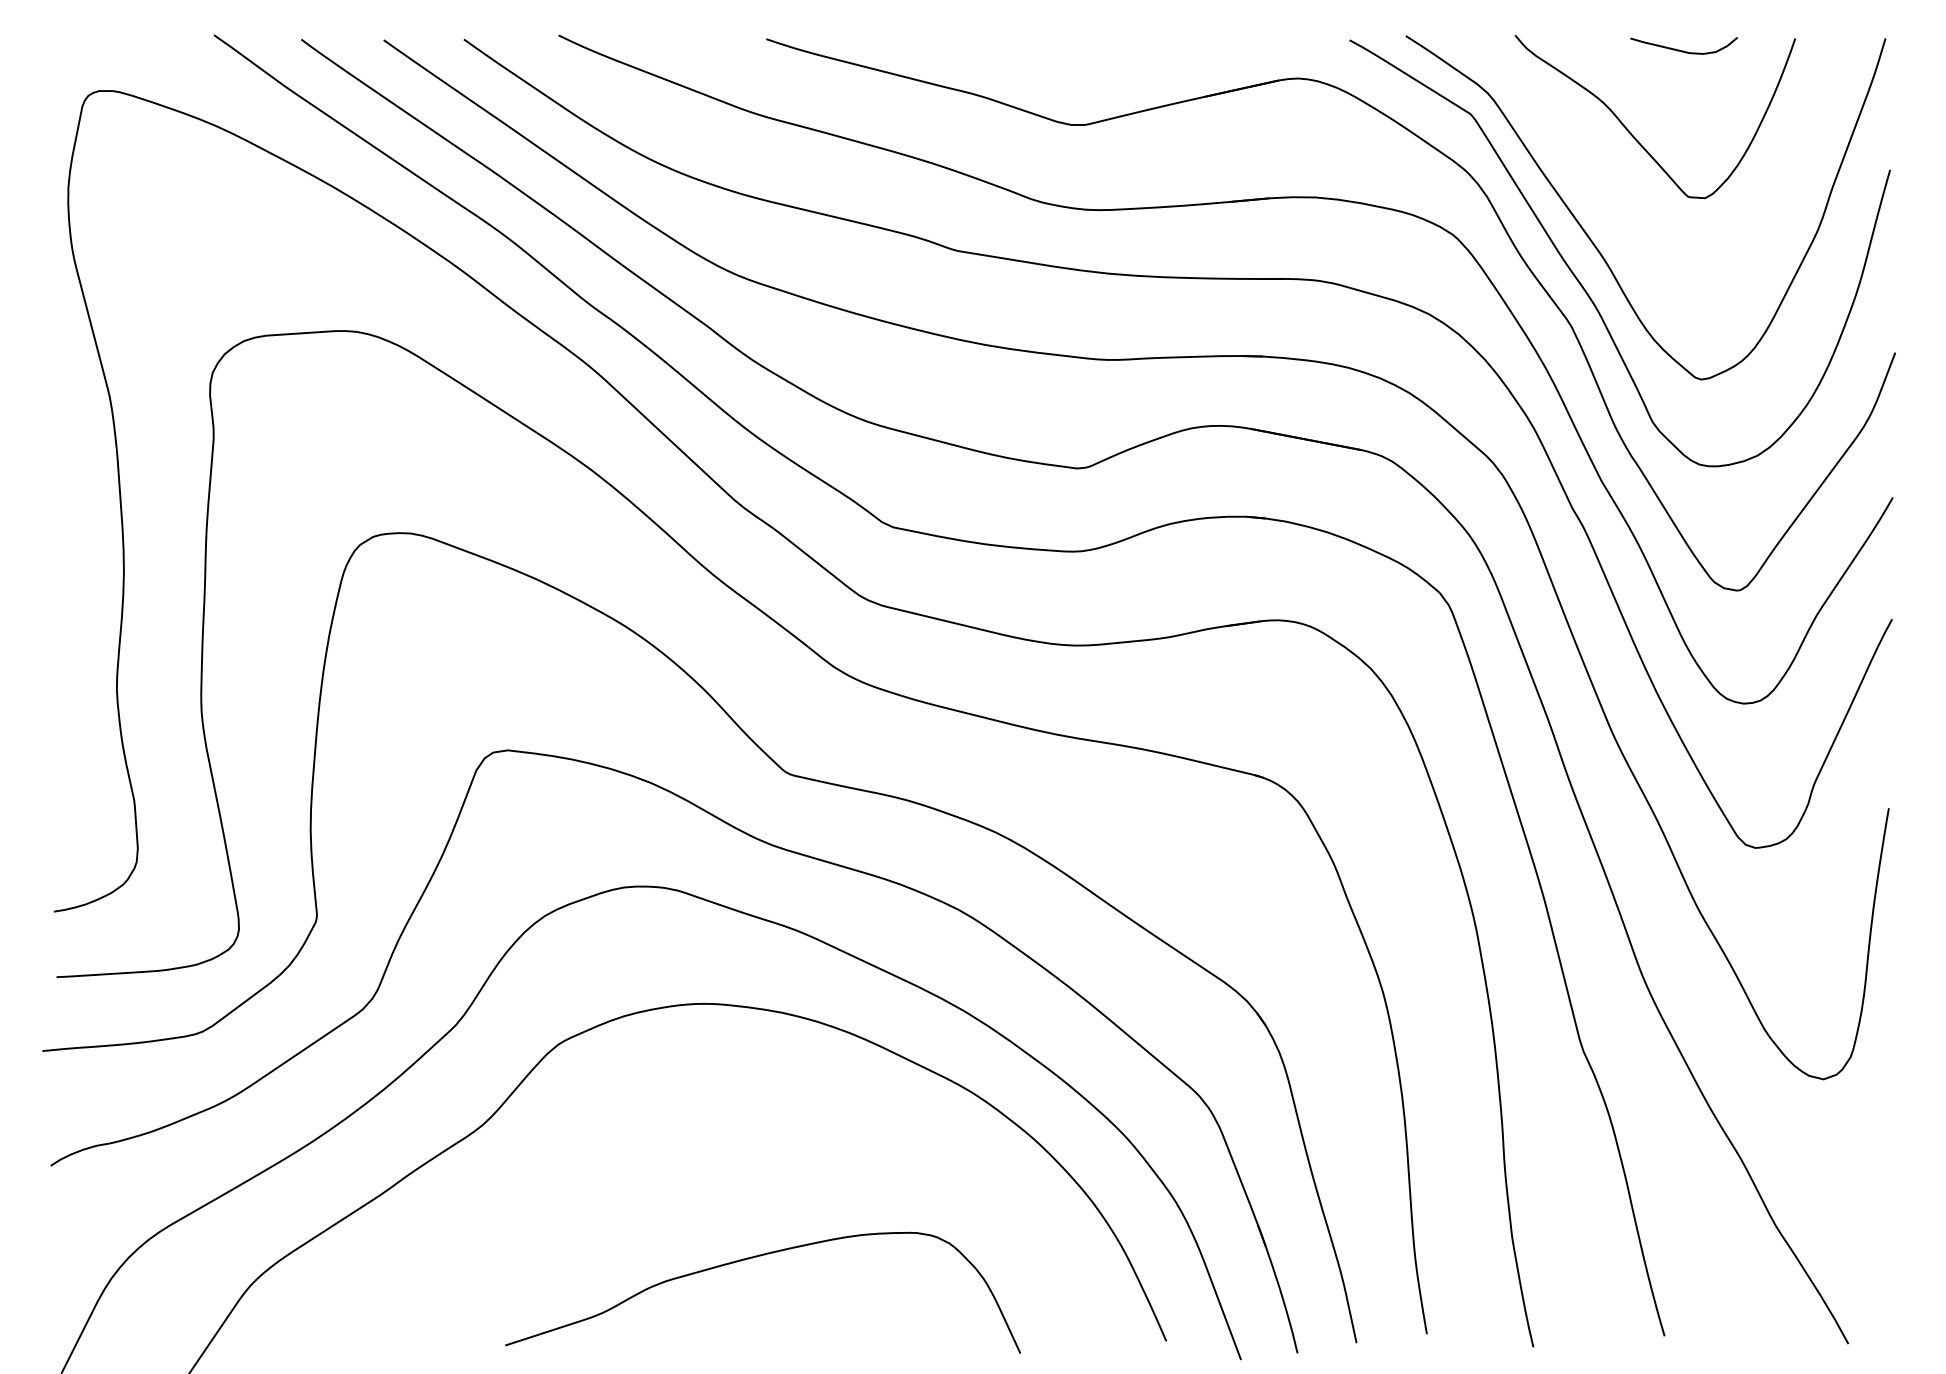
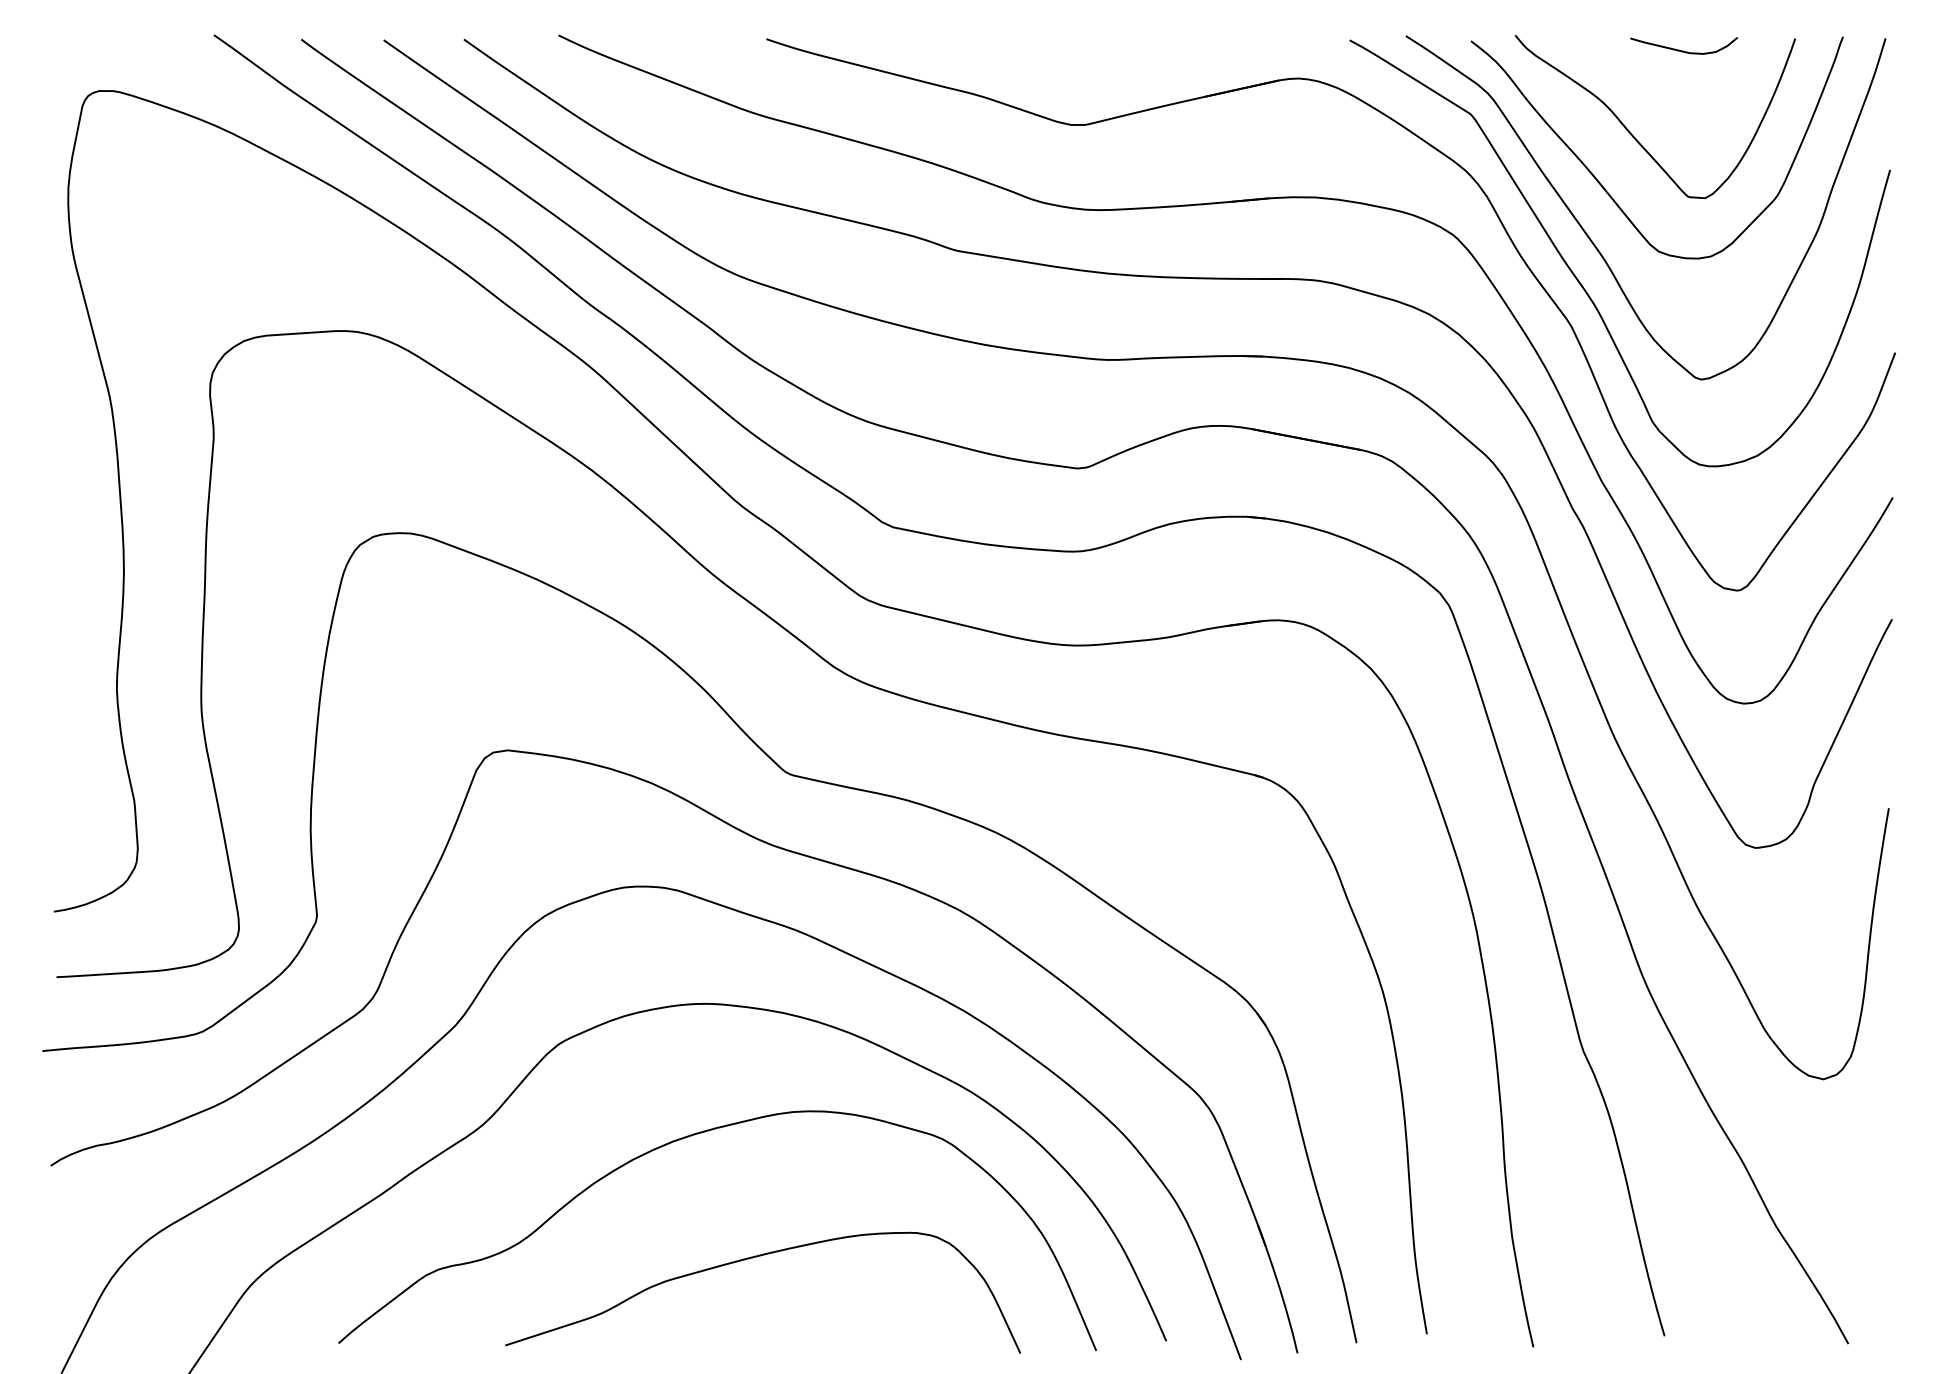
curve at (1605, 188): none -> present
curve at (685, 1138): none -> present
